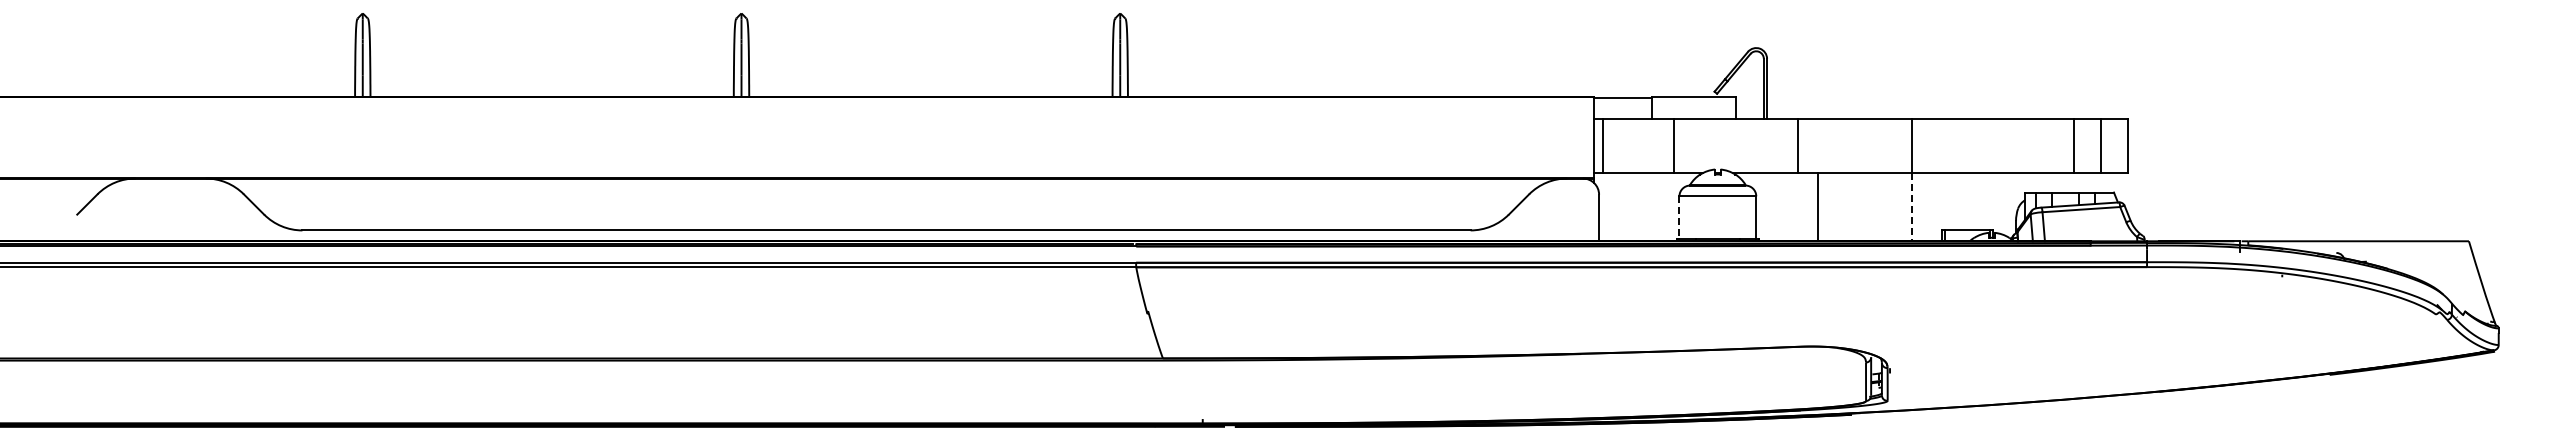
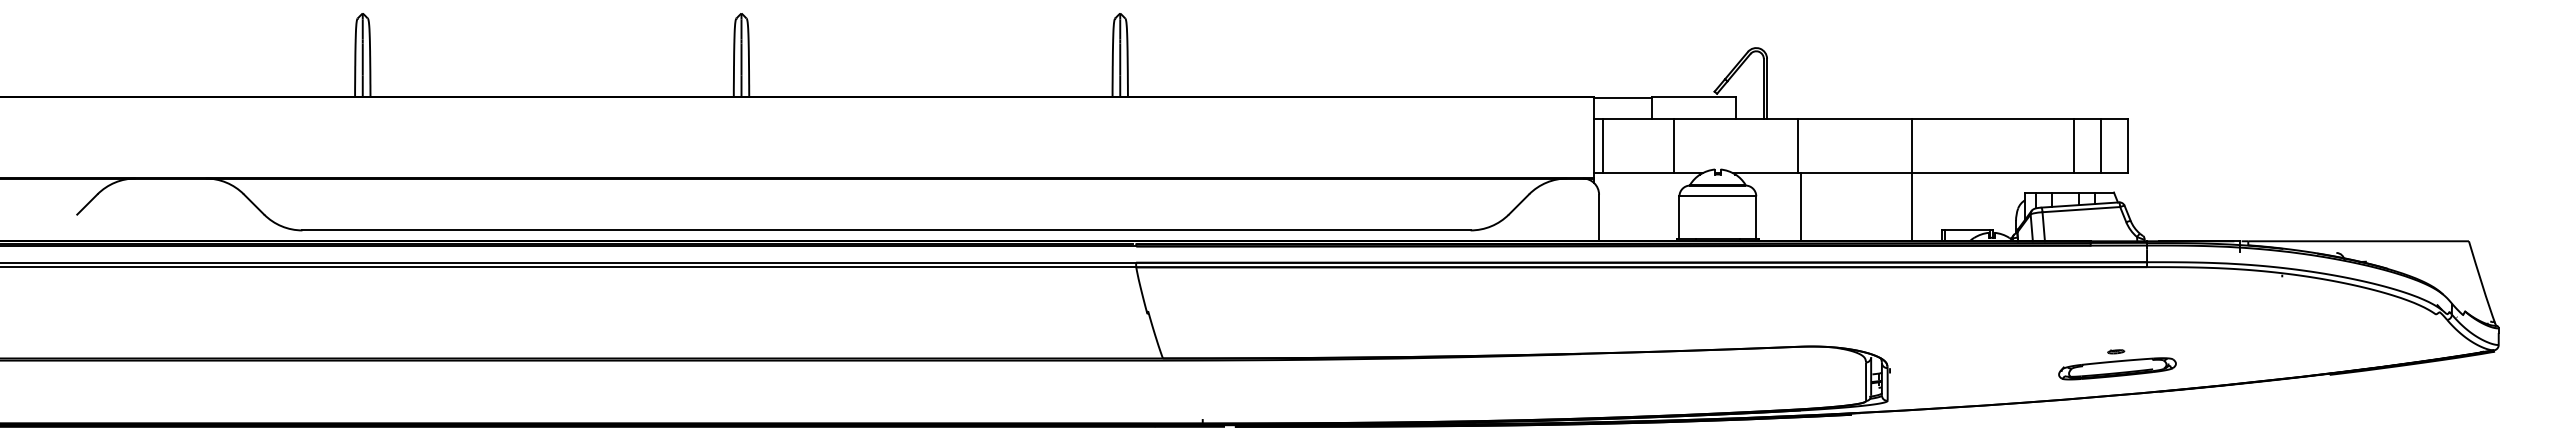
line at (1817, 207) position: (1817, 207) -> (1800, 207)
line at (1911, 207): dashed -> solid
line at (1679, 217): dashed -> solid
part at (2117, 364): none -> present
